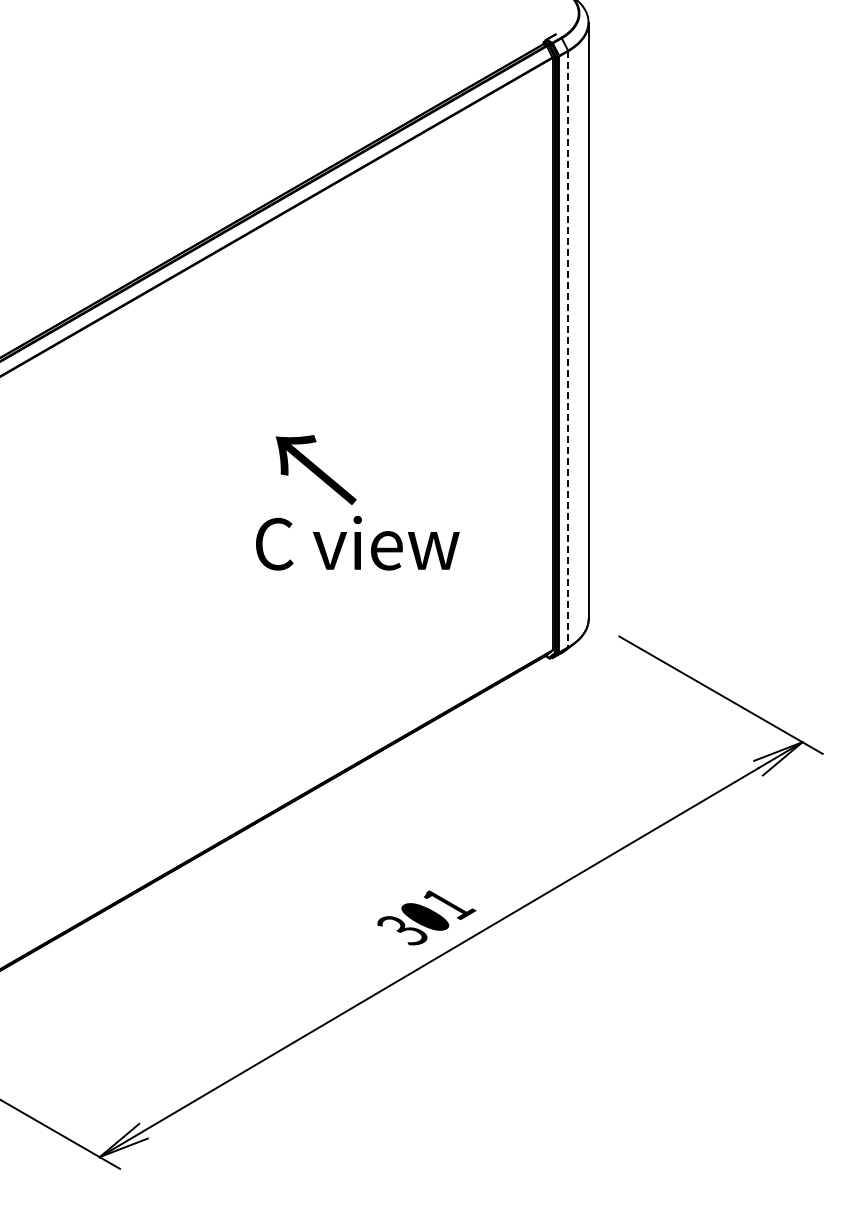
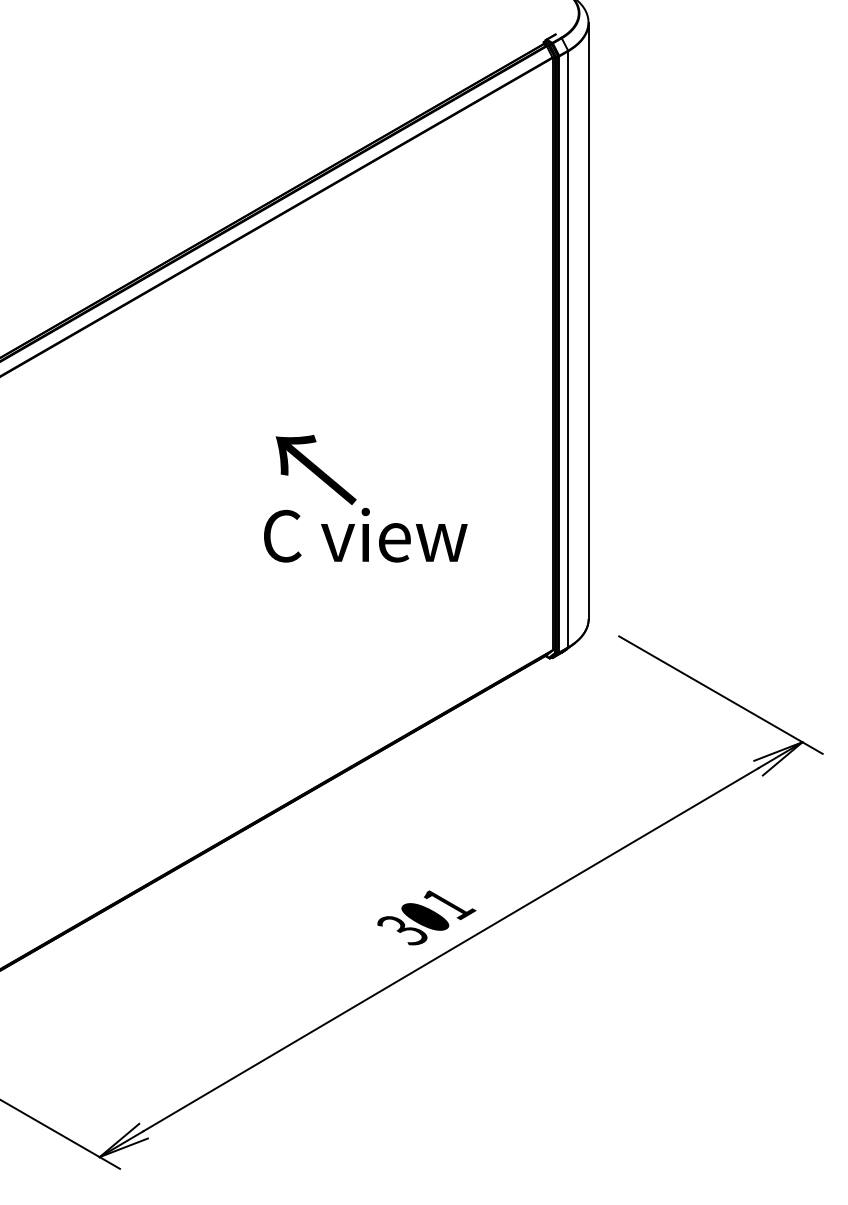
line at (568, 349): dashed -> solid
text at (357, 542) position: (357, 542) -> (365, 534)
